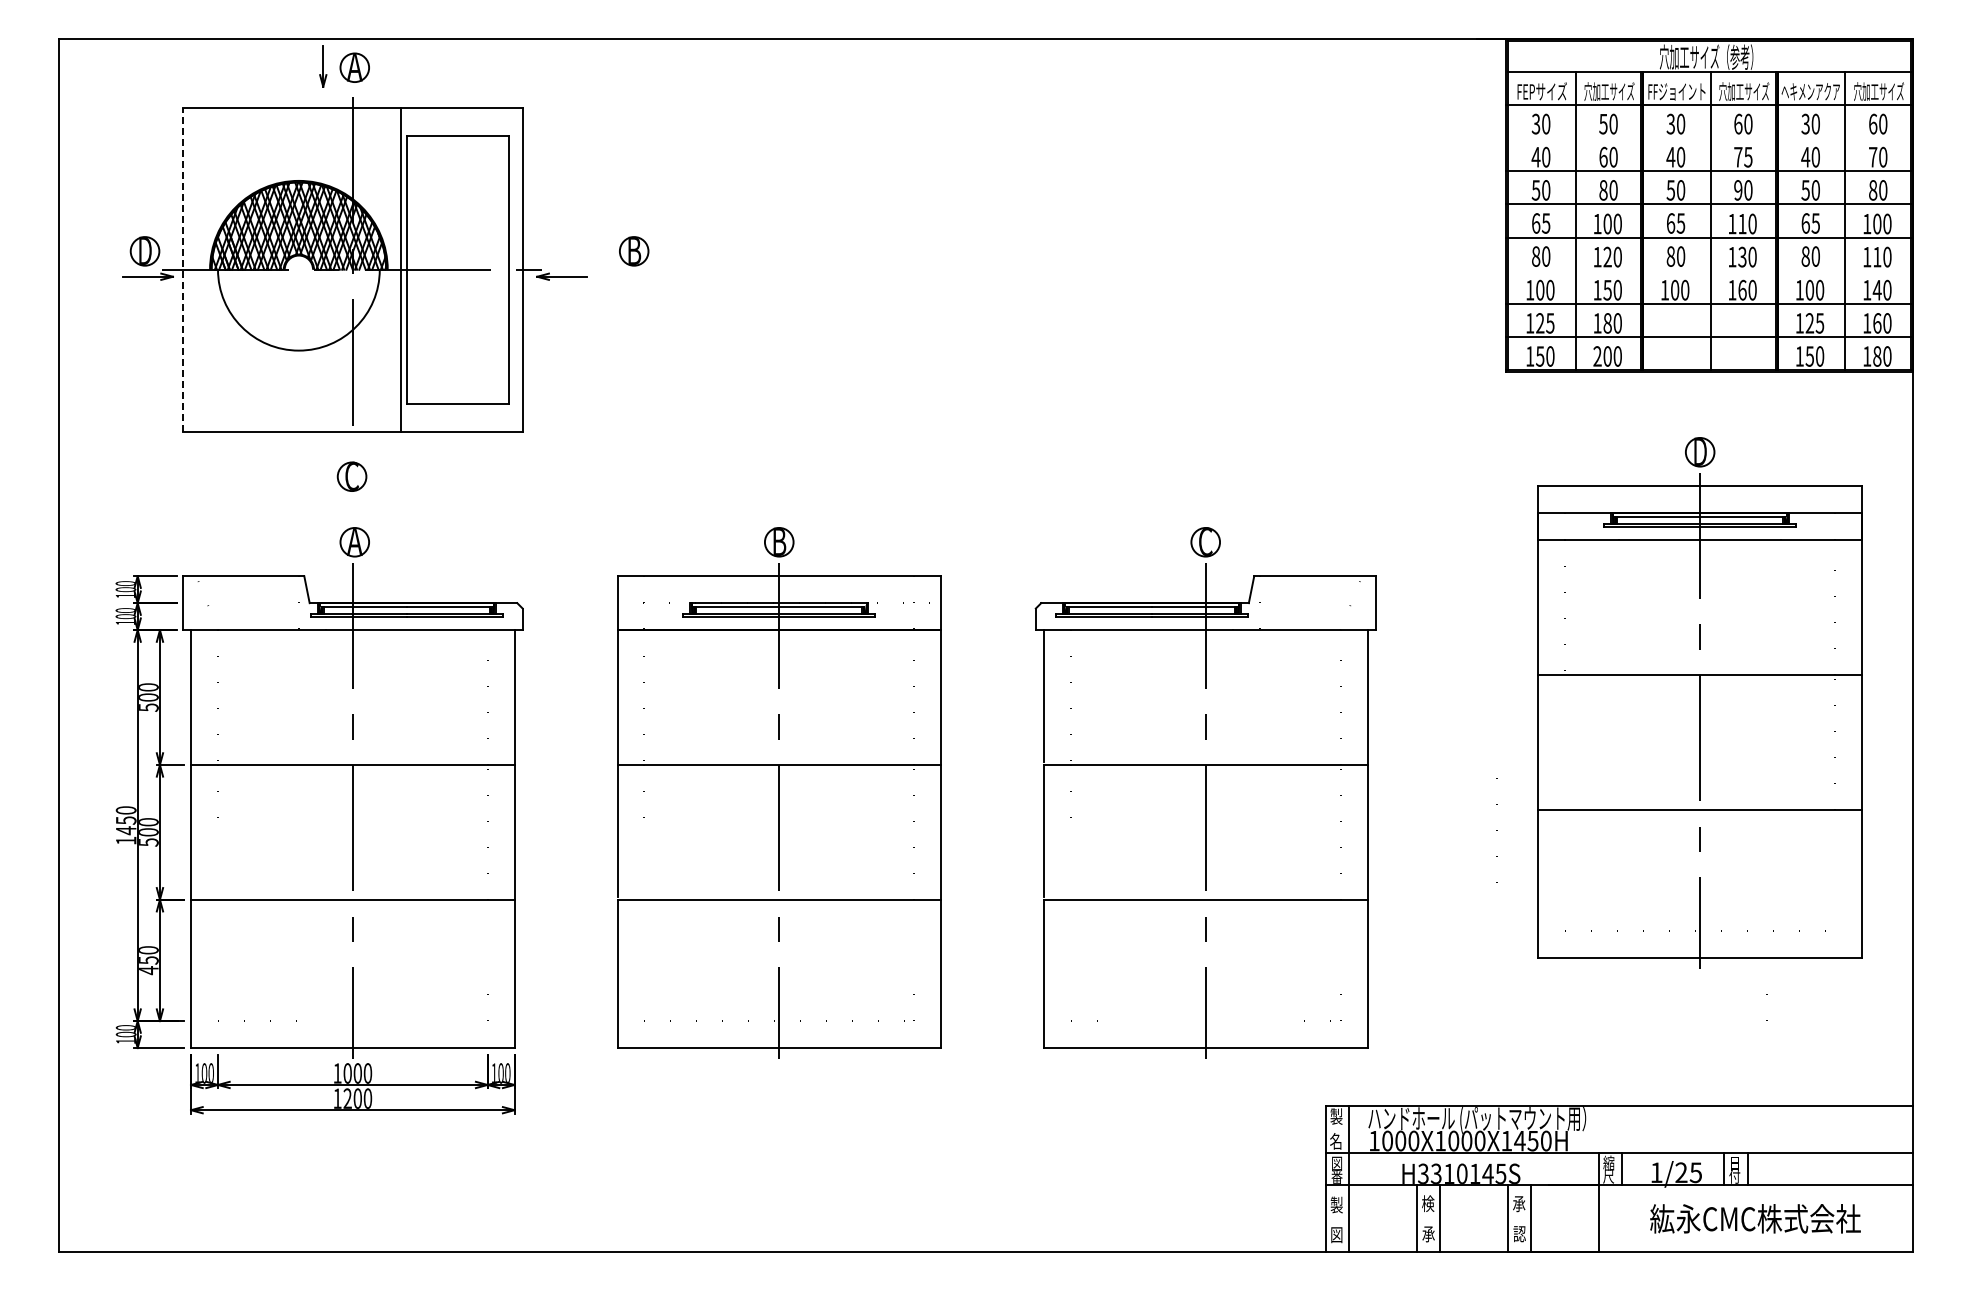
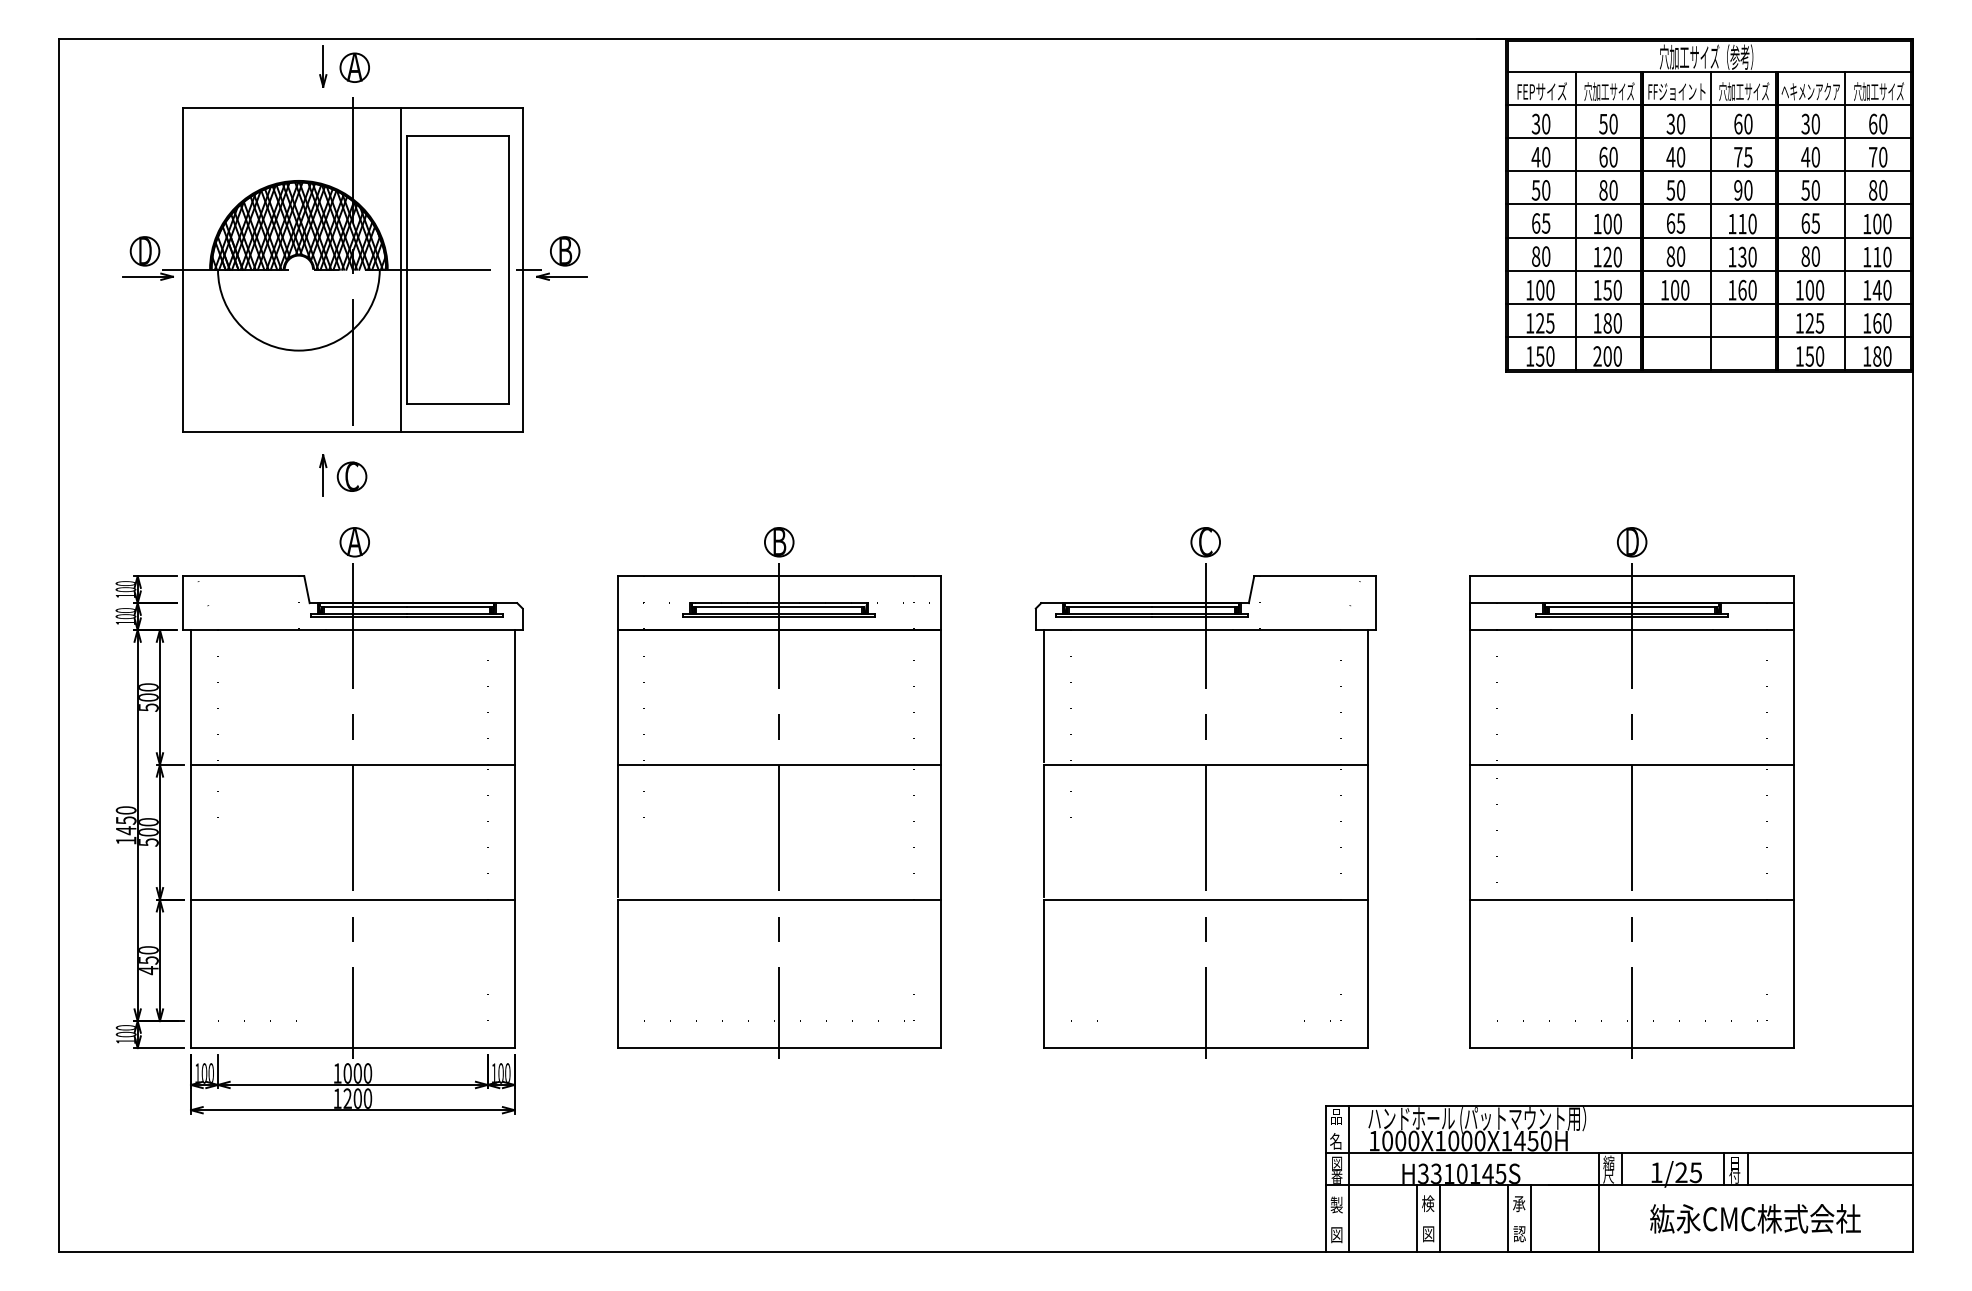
line at (1709, 138): none -> present
part at (634, 251) position: (634, 251) -> (565, 251)
line at (182, 269): dashed -> solid
line at (1709, 270): none -> present
part at (323, 475): none -> present
part at (1699, 702) position: (1699, 702) -> (1631, 792)
text at (1336, 1116): 製 -> 品
text at (1428, 1234): 承 -> 図
